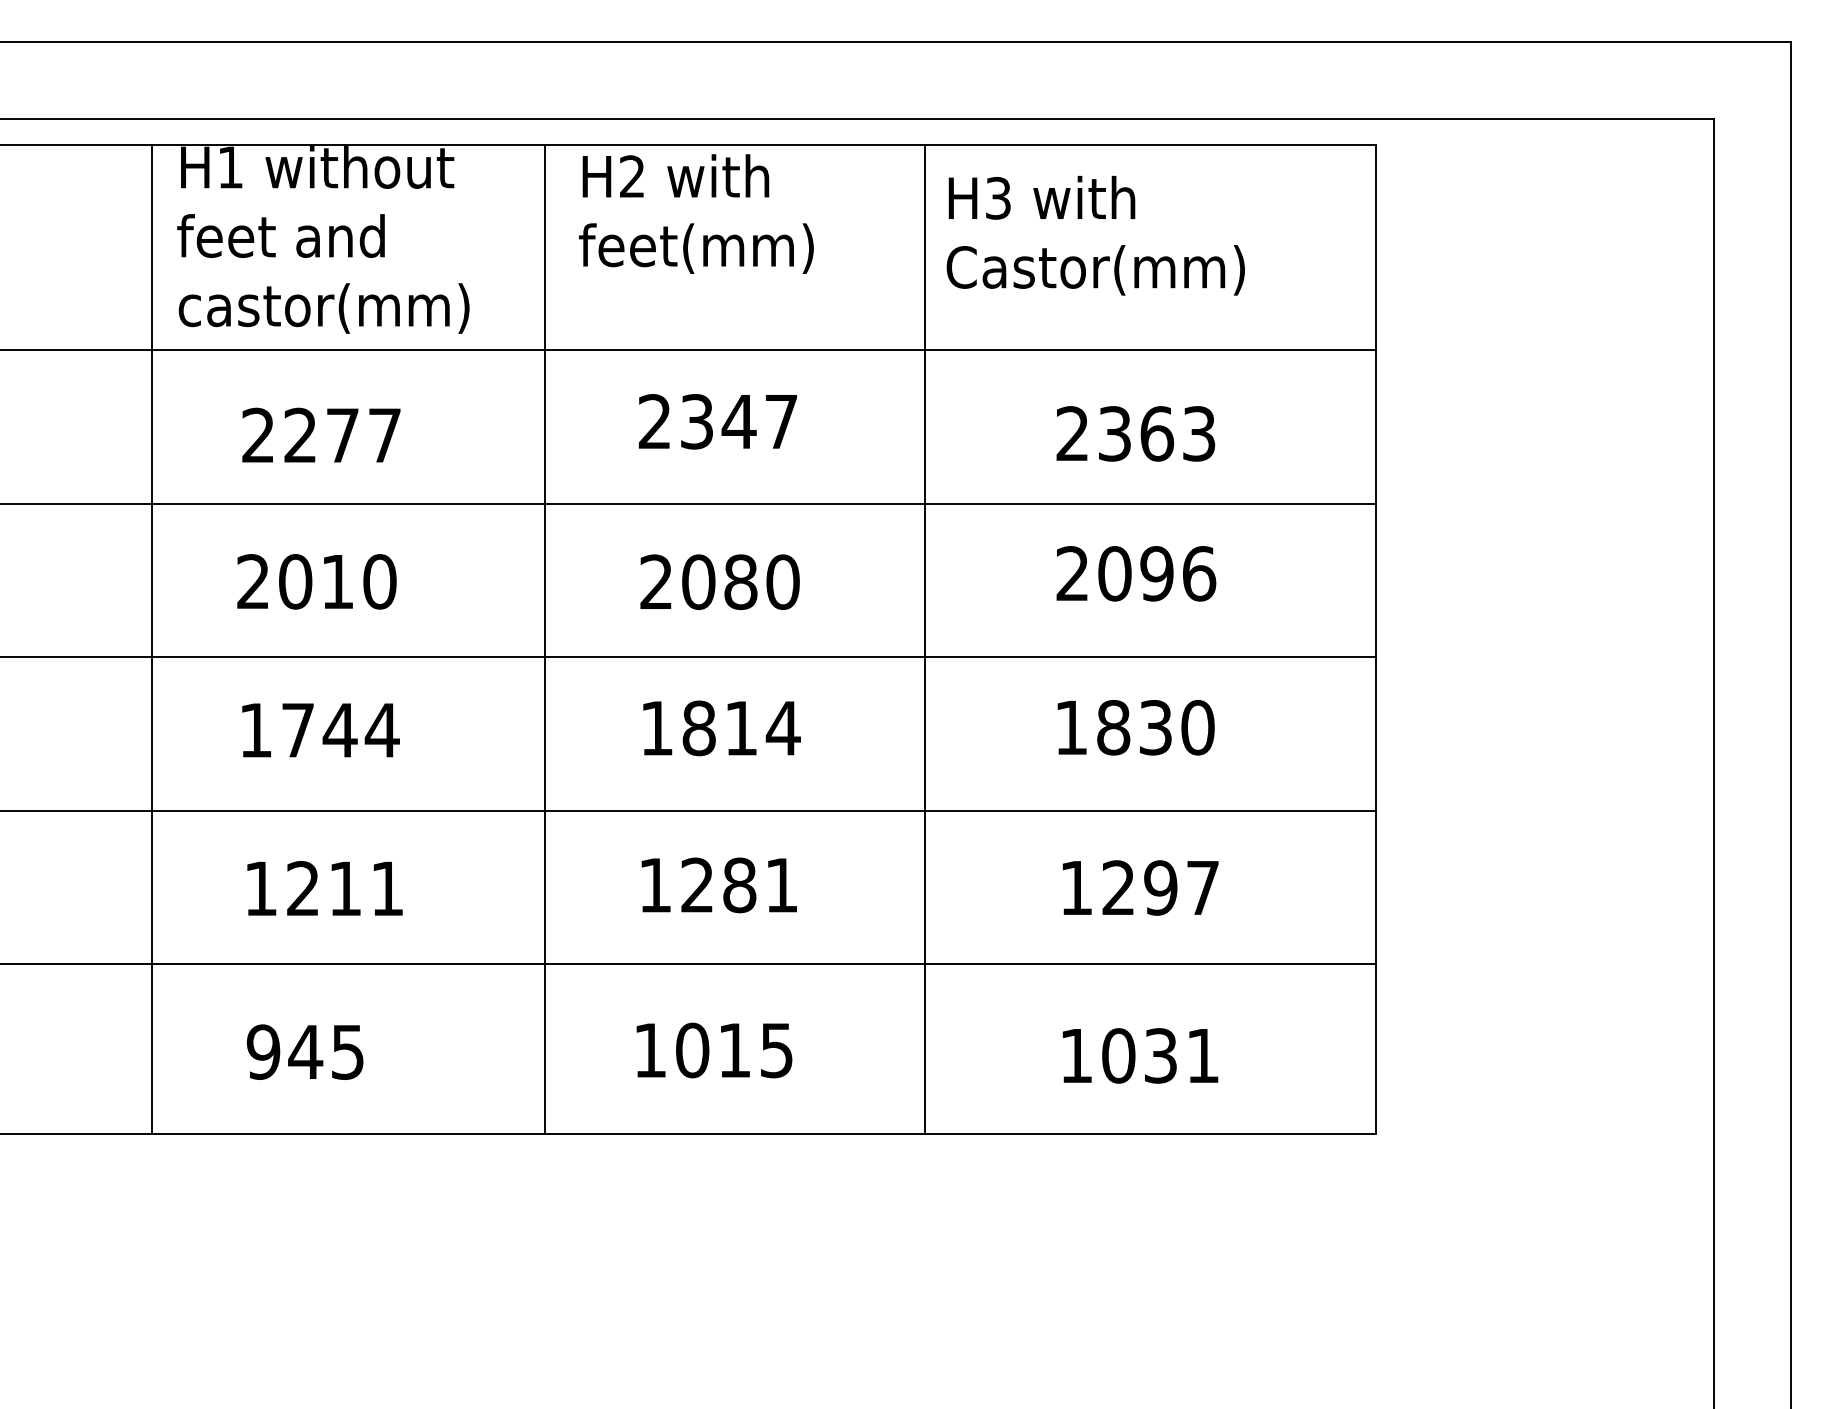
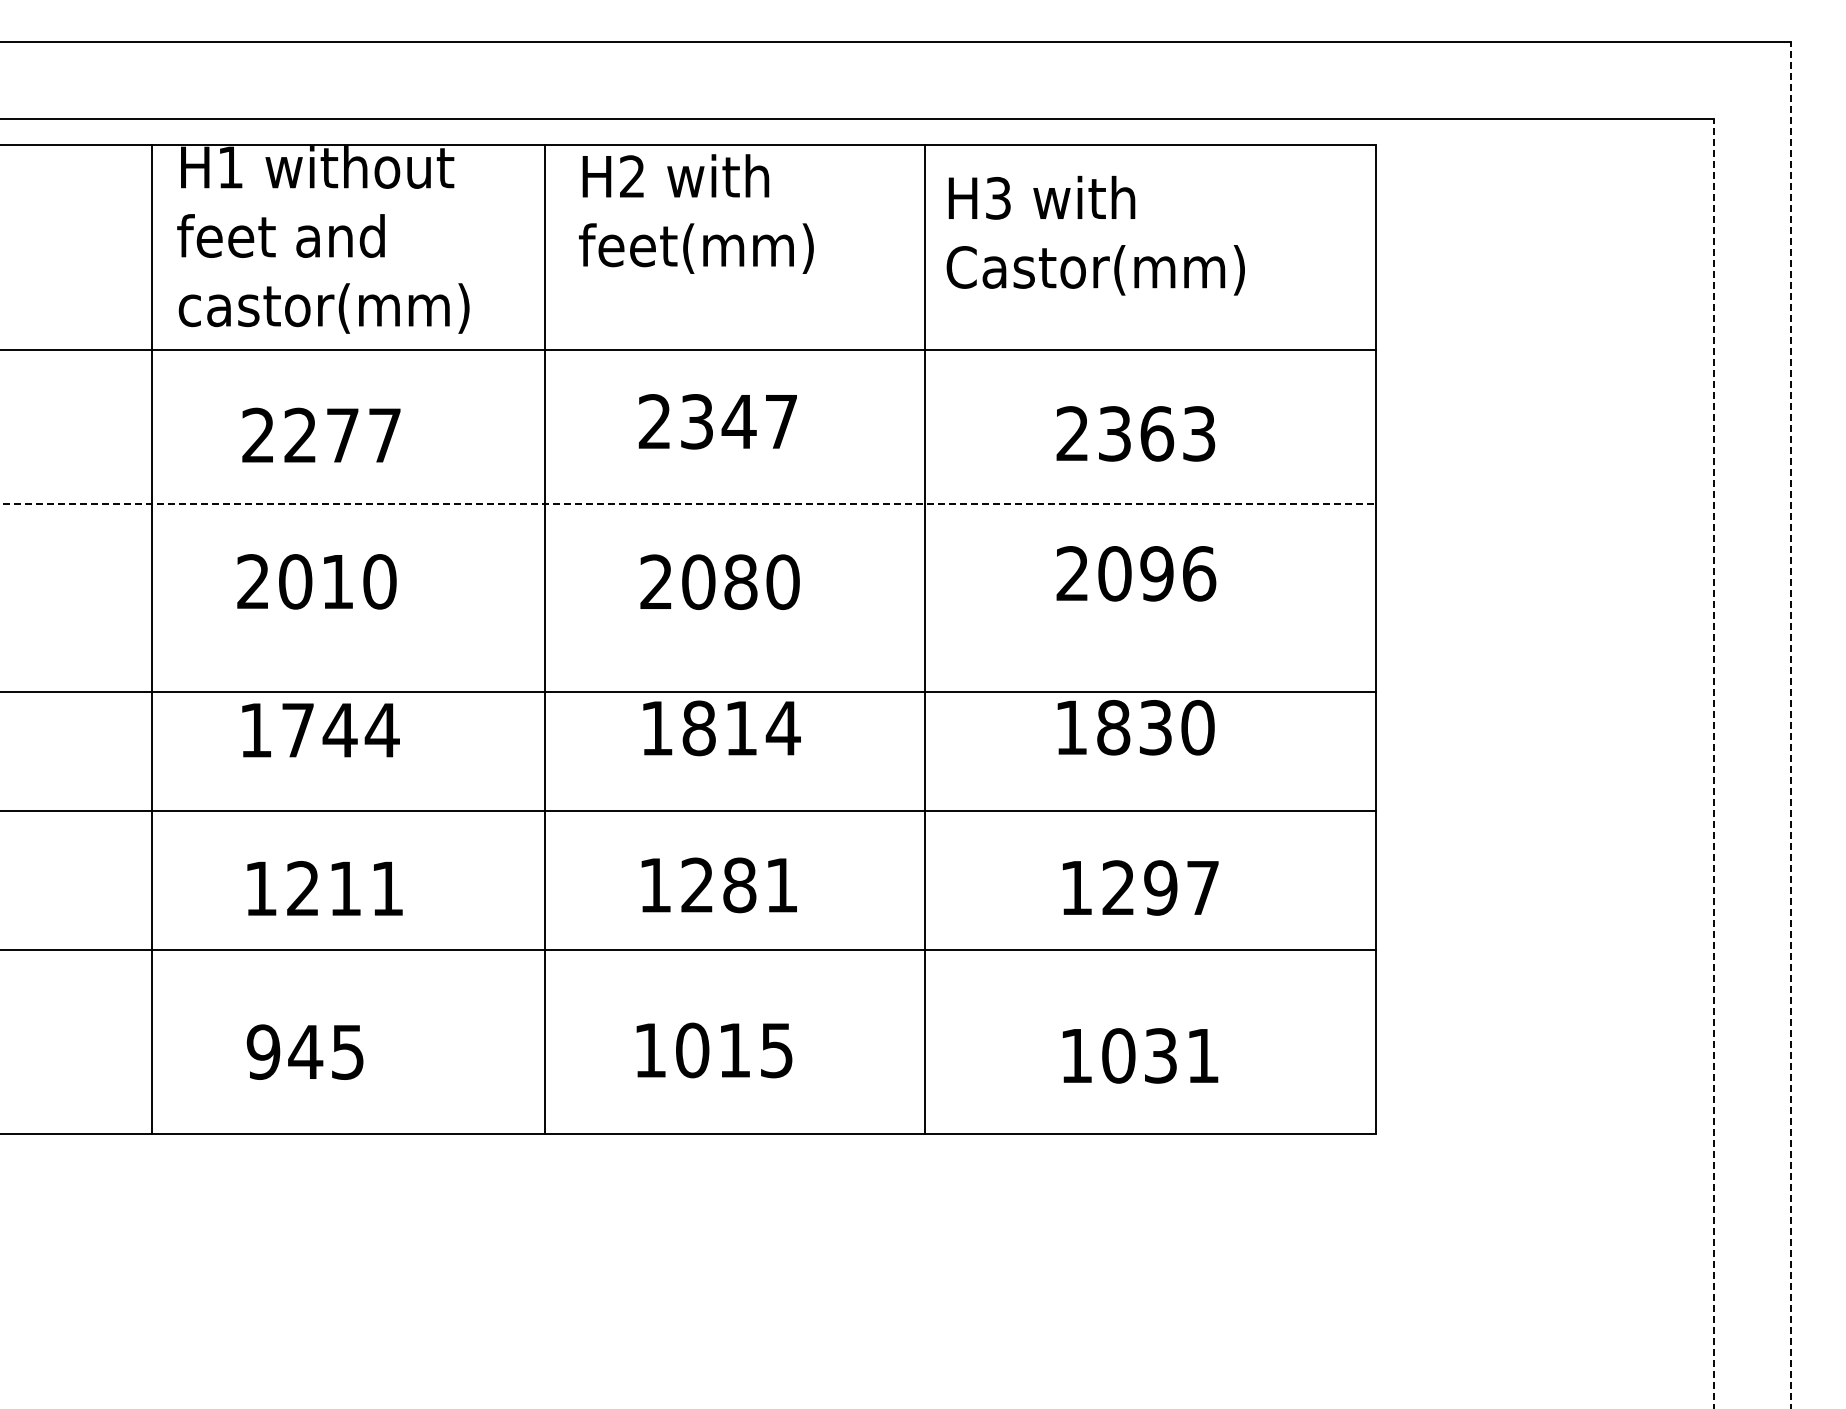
line at (688, 503): solid -> dashed
line at (689, 657) position: (689, 657) -> (689, 692)
line at (1790, 725): solid -> dashed
line at (1713, 763): solid -> dashed
line at (689, 964) position: (689, 964) -> (689, 950)
